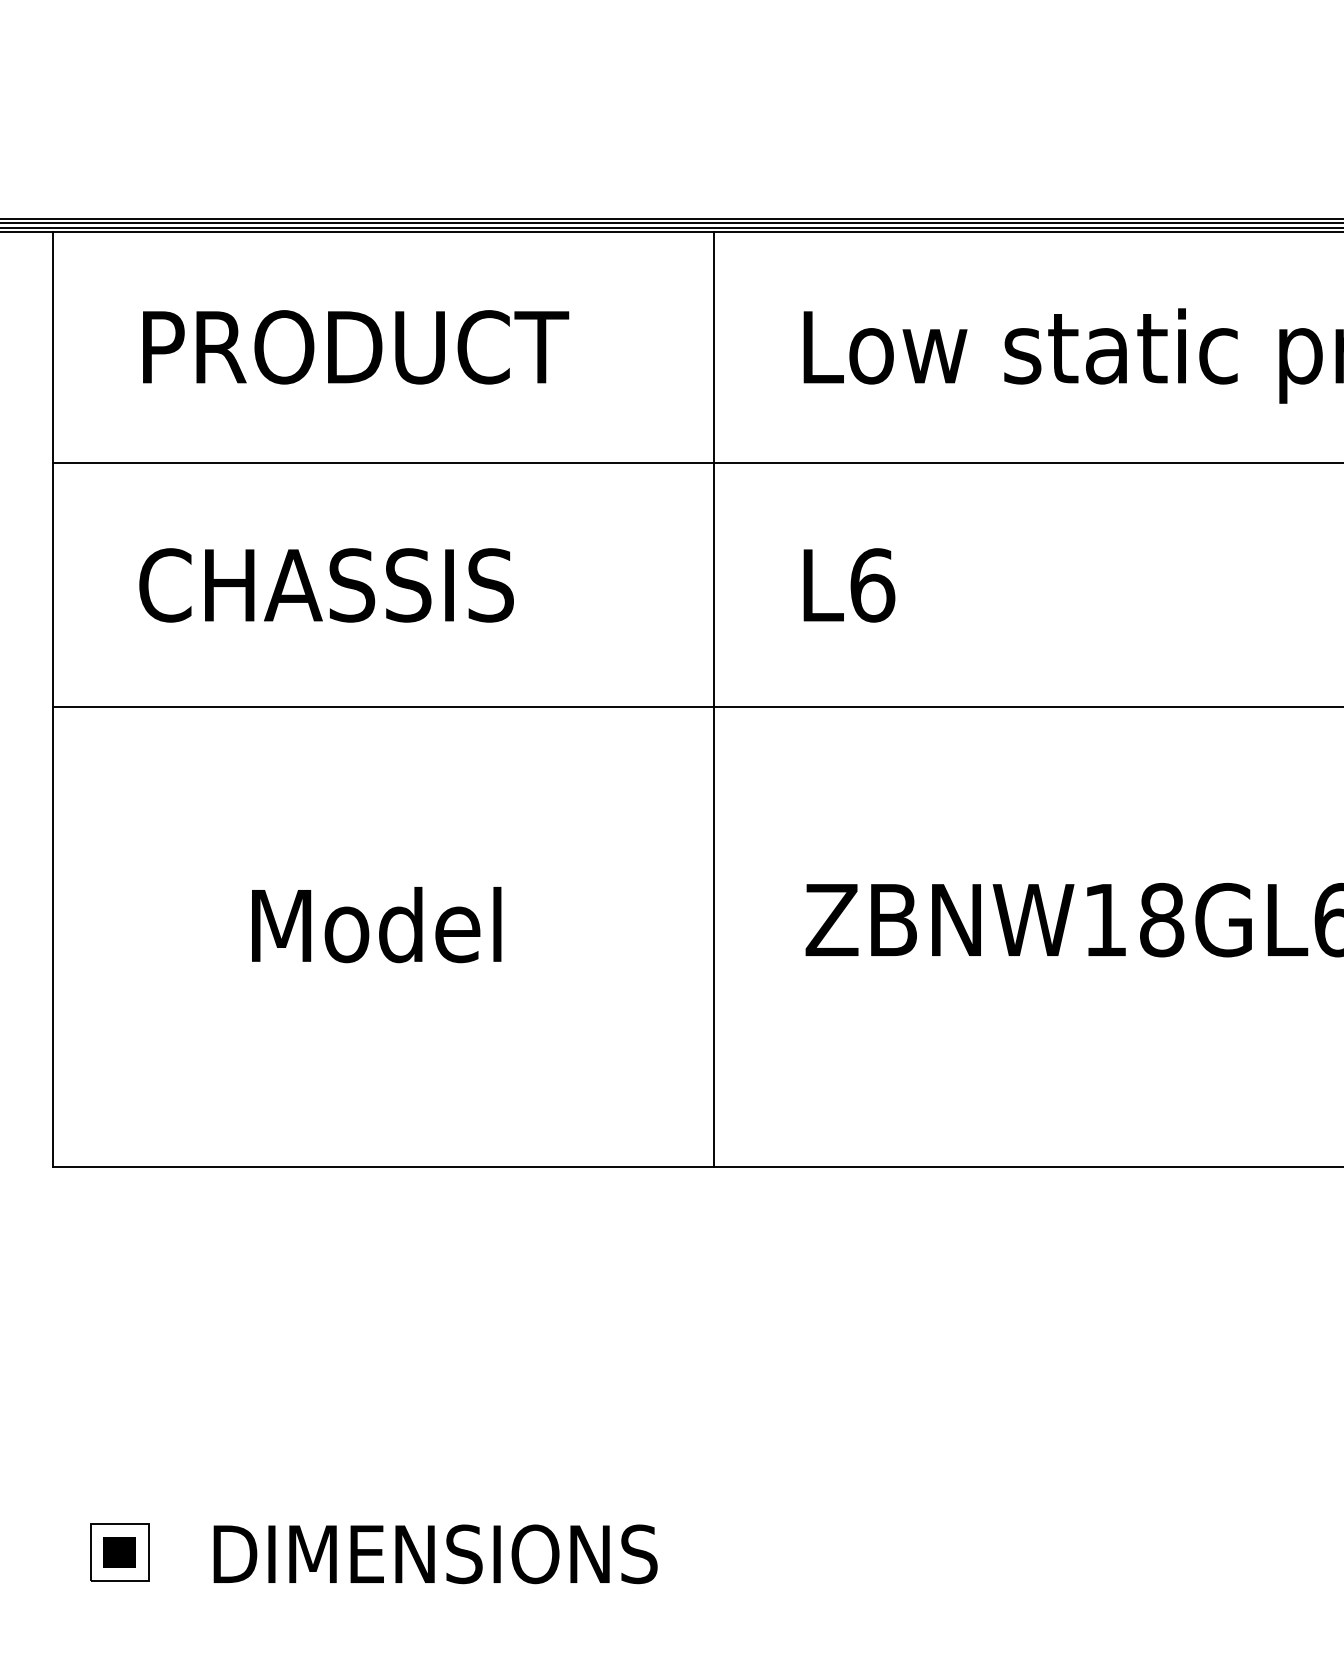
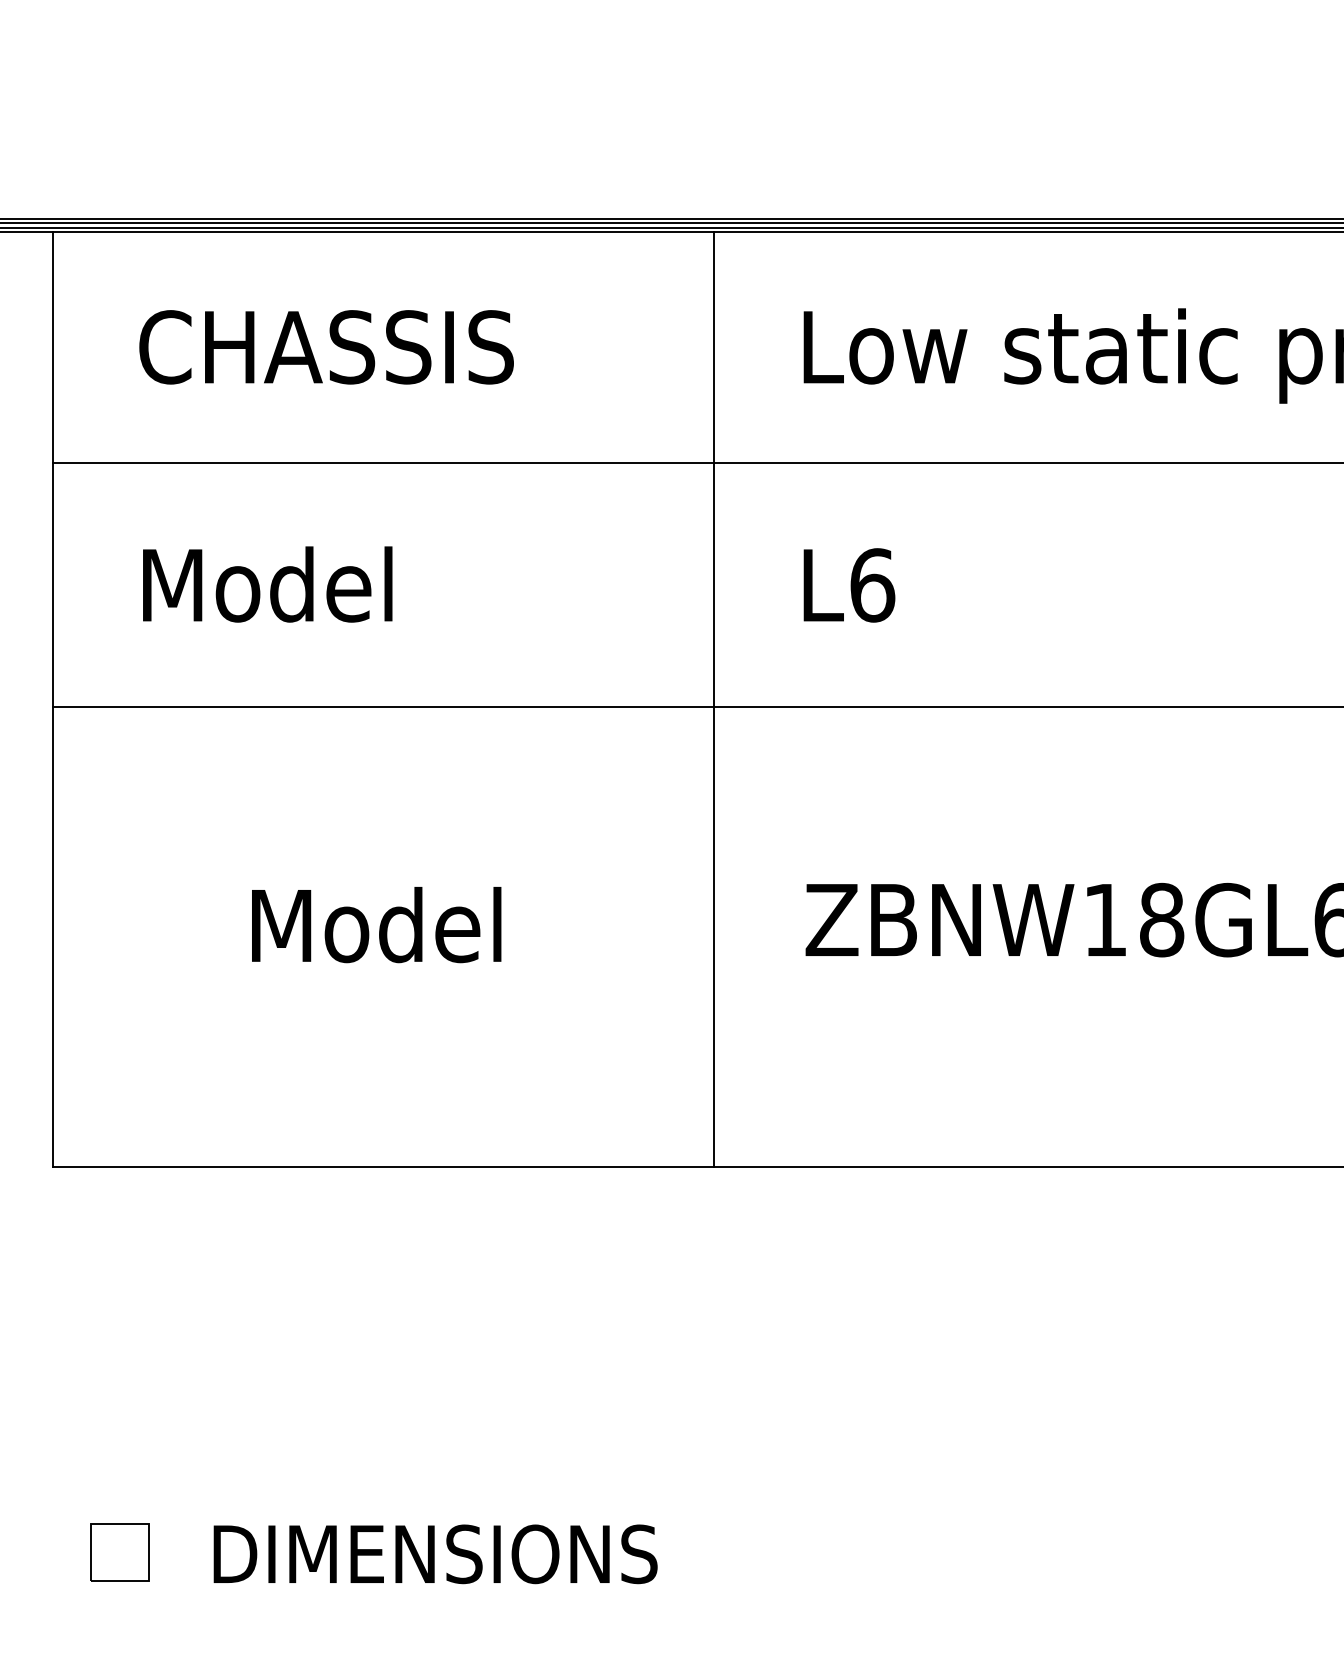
text at (354, 347): PRODUCT -> CHASSIS
text at (326, 584): CHASSIS -> Model
fill at (119, 1552): present -> none
